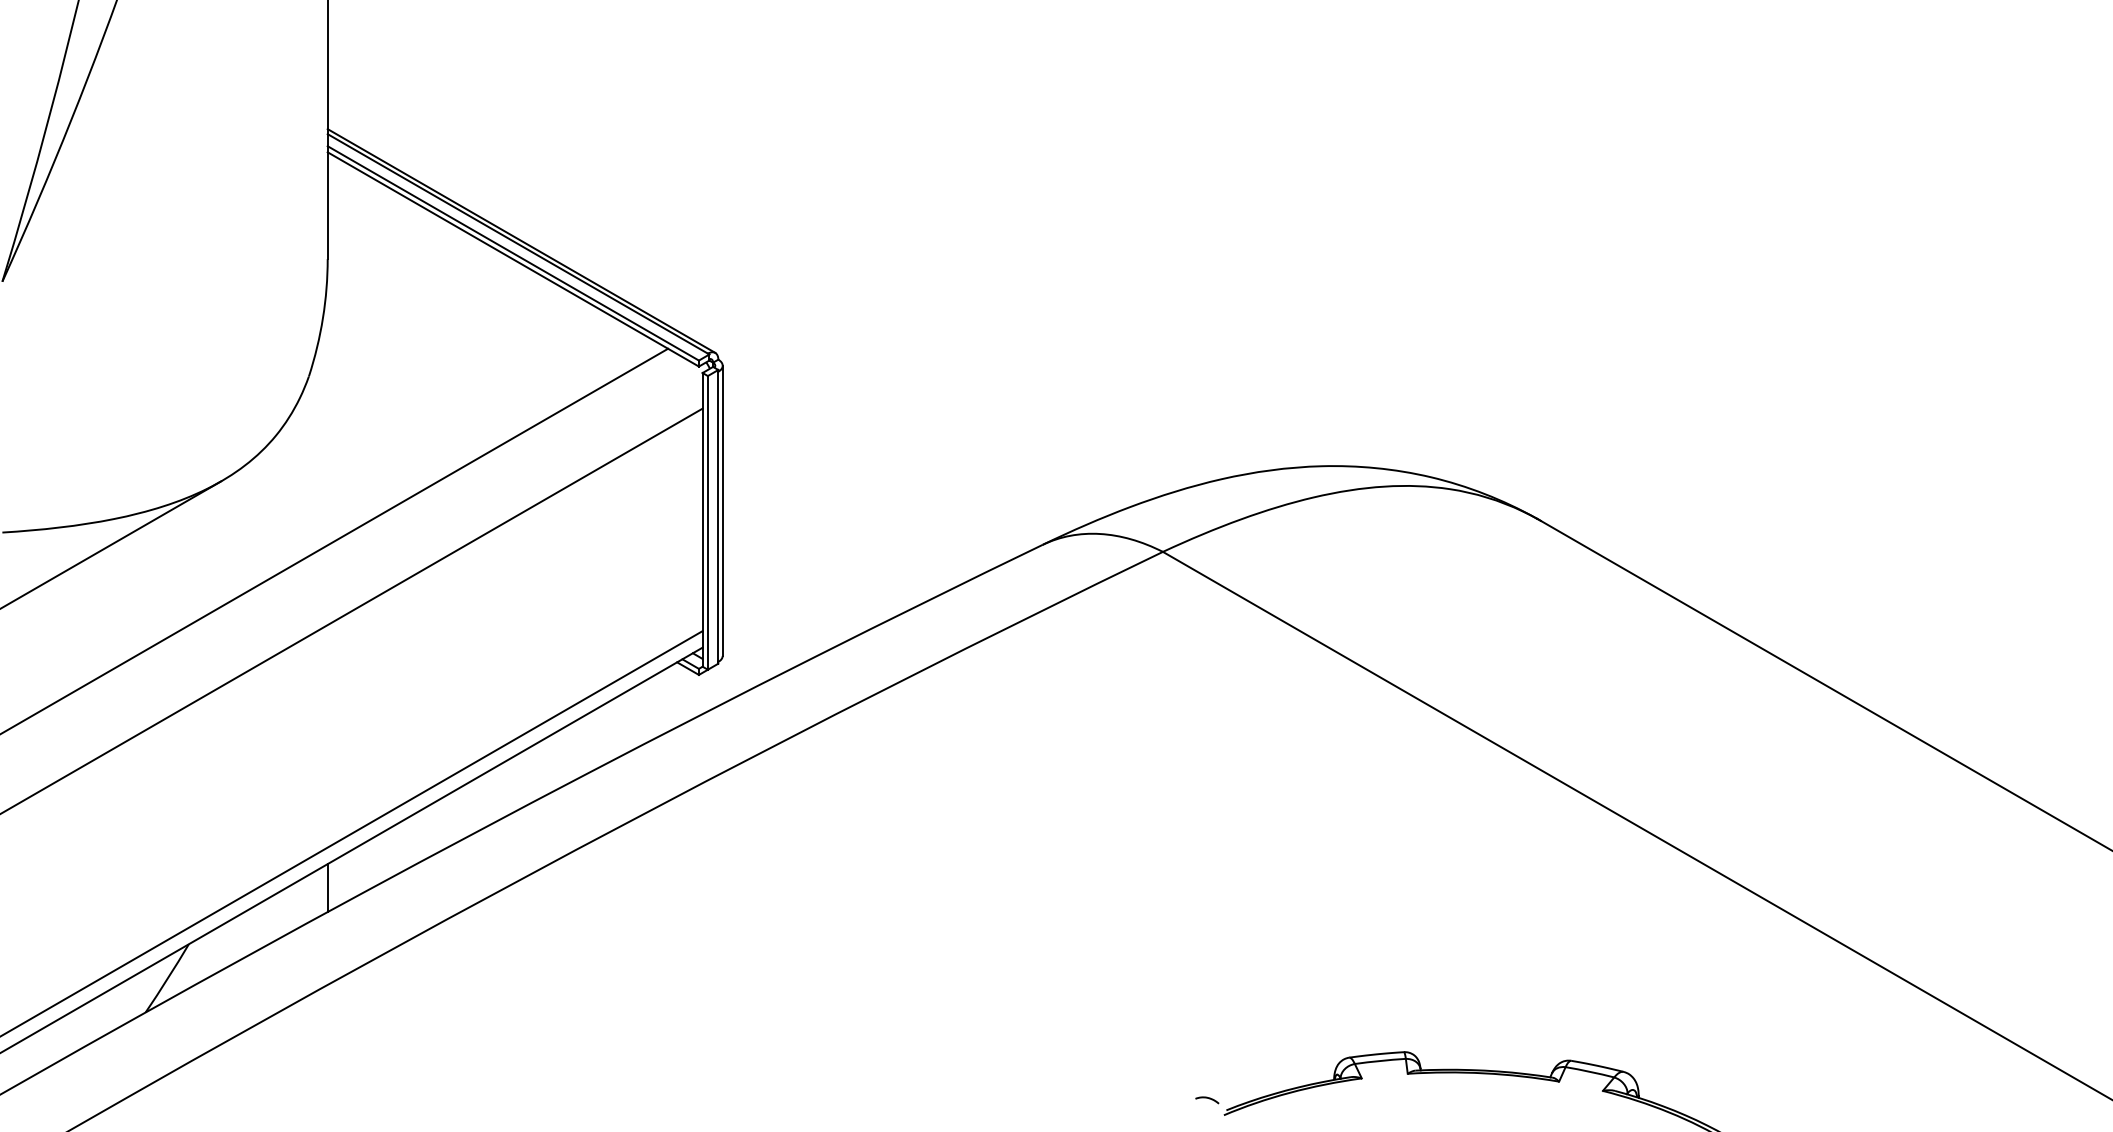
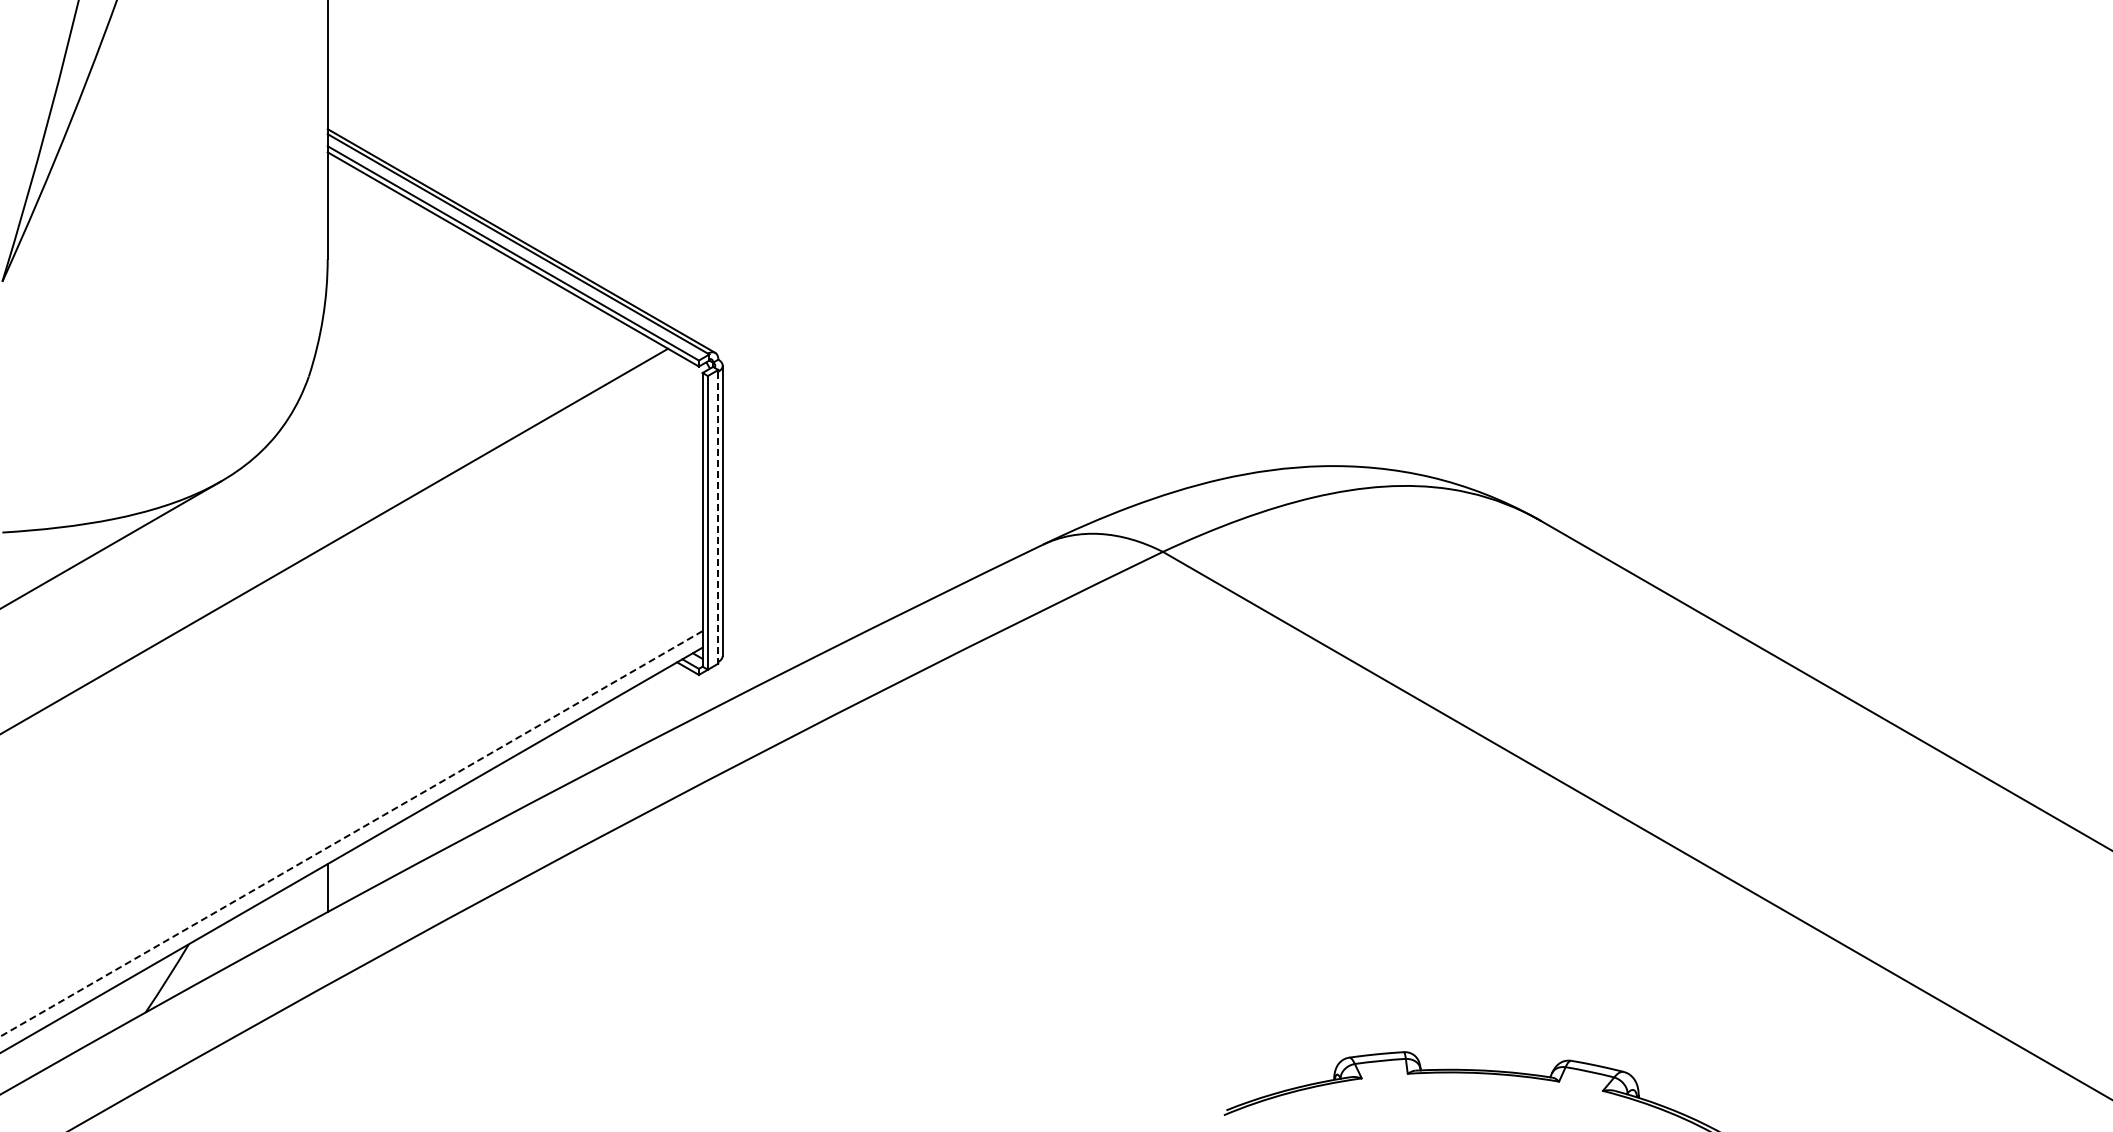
line at (718, 517): solid -> dashed
line at (352, 610): present -> none
line at (350, 834): solid -> dashed
curve at (1207, 1098): present -> none
